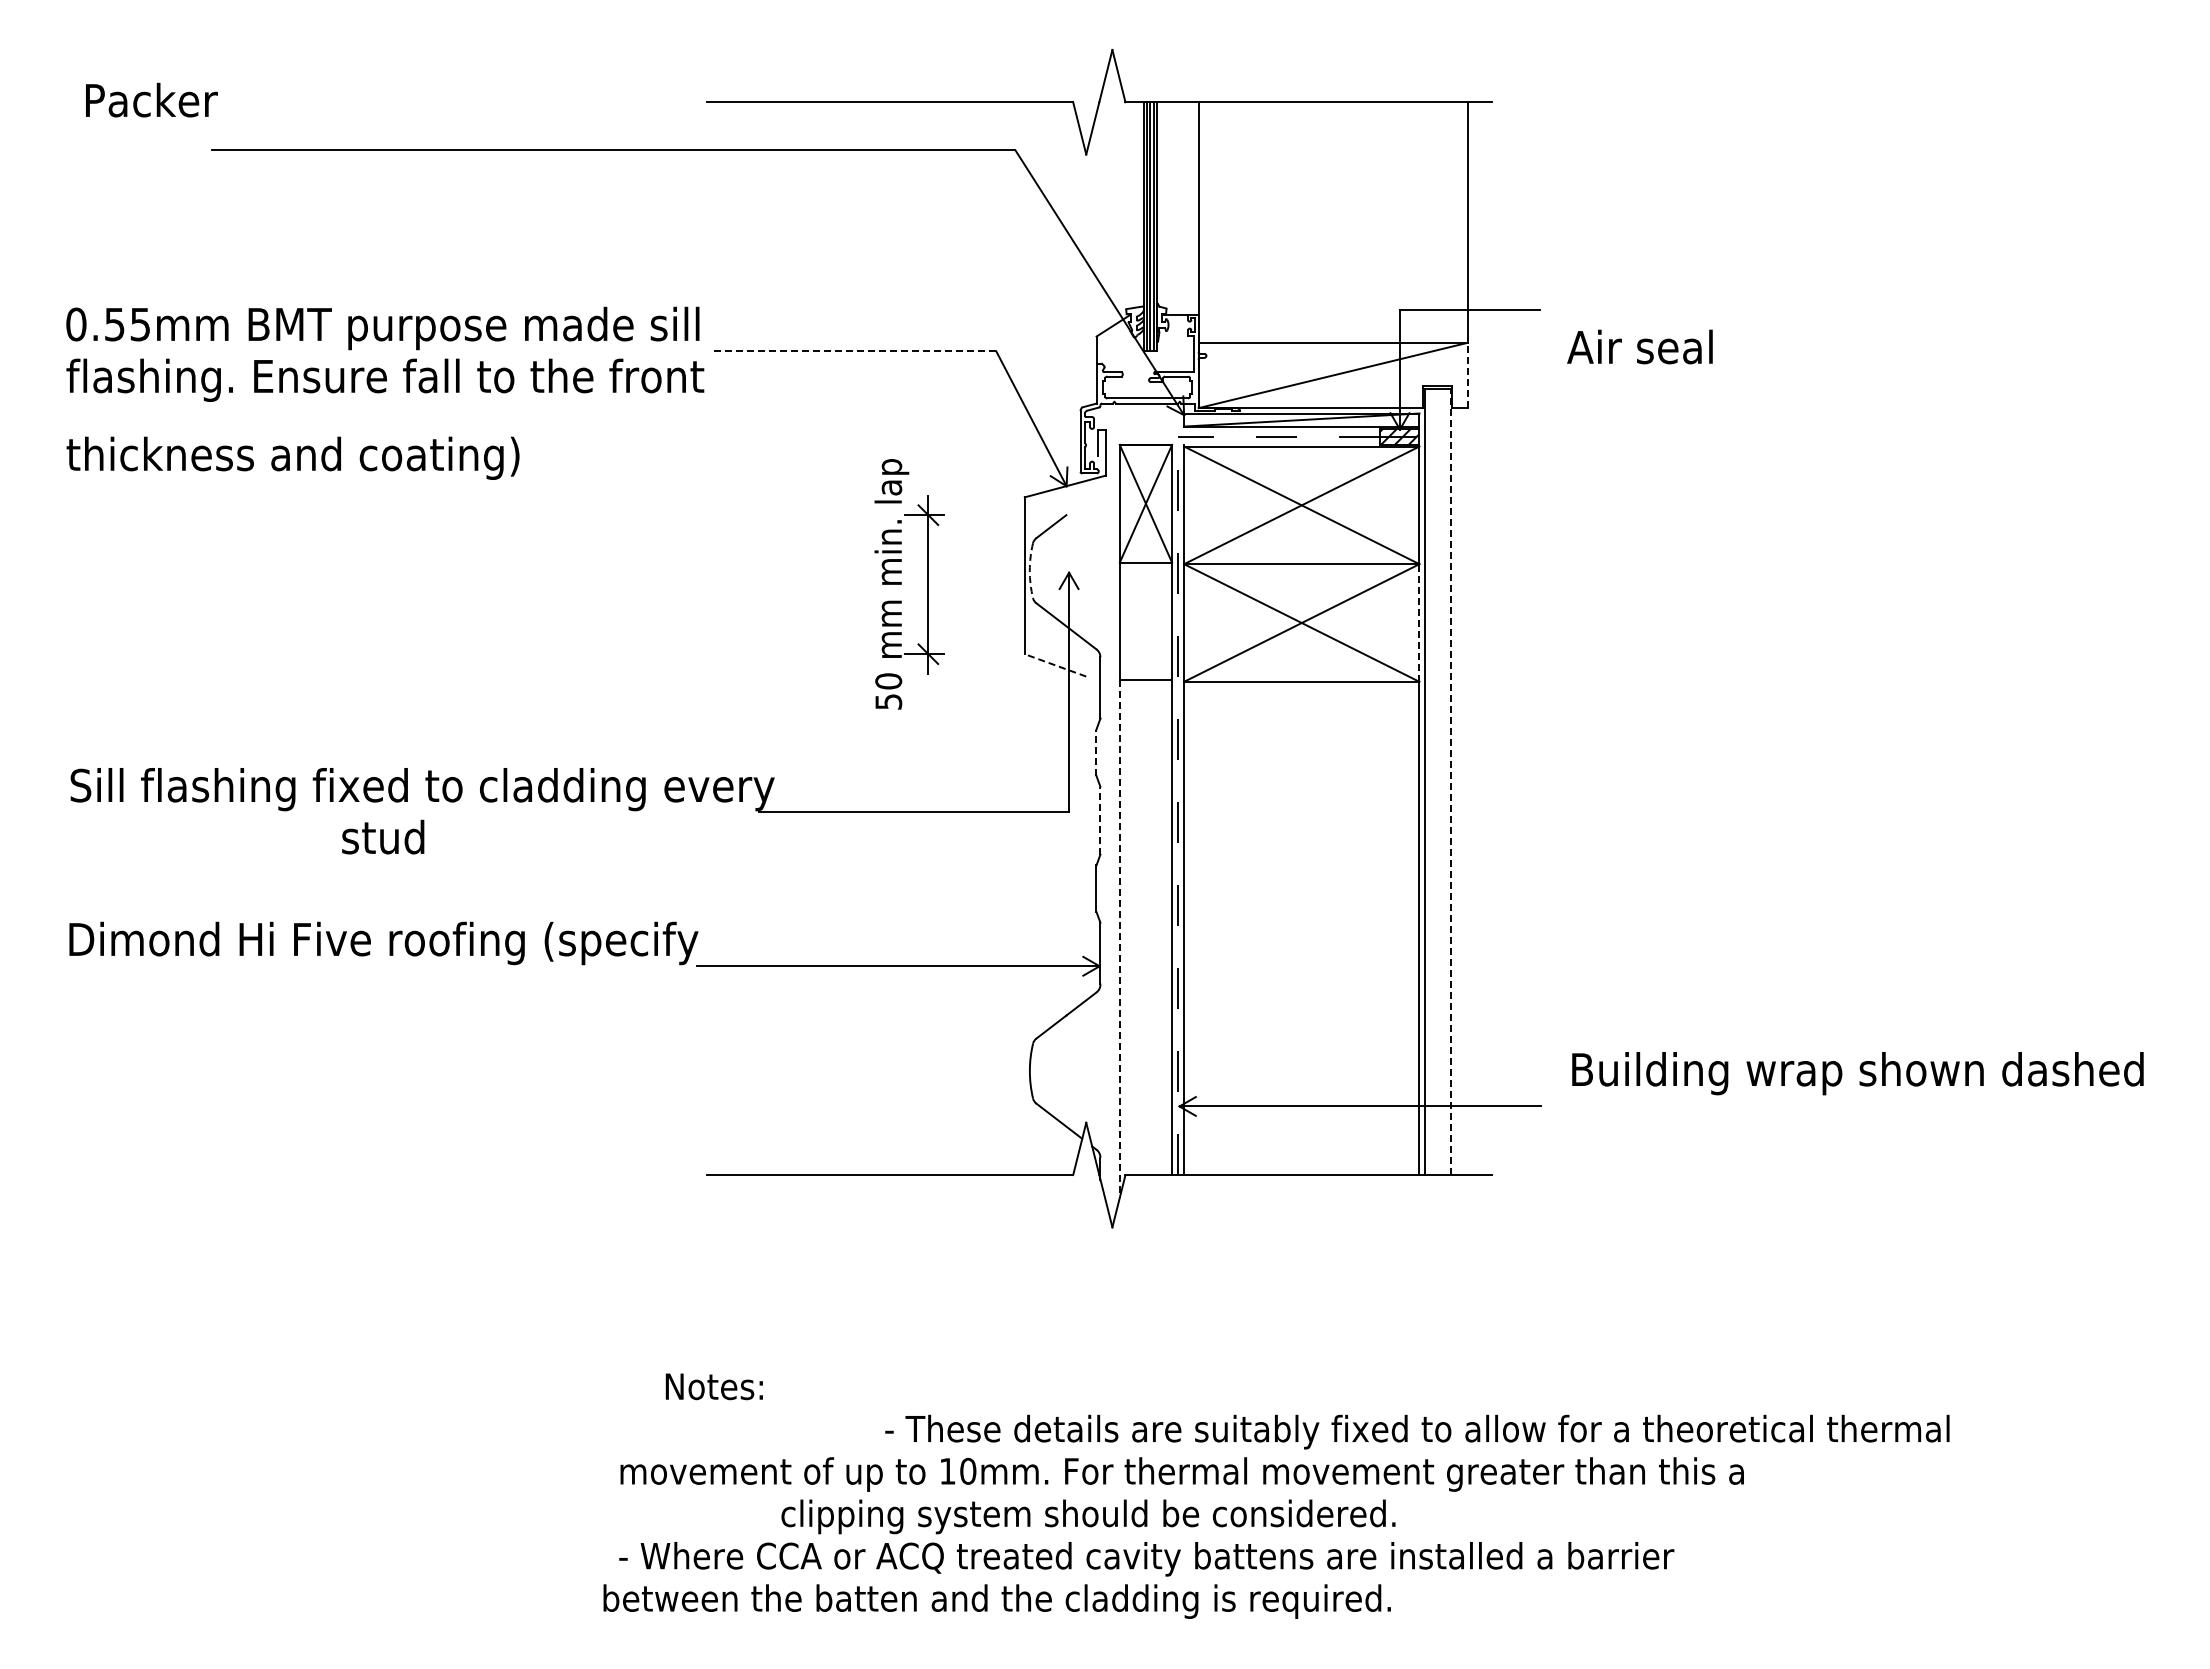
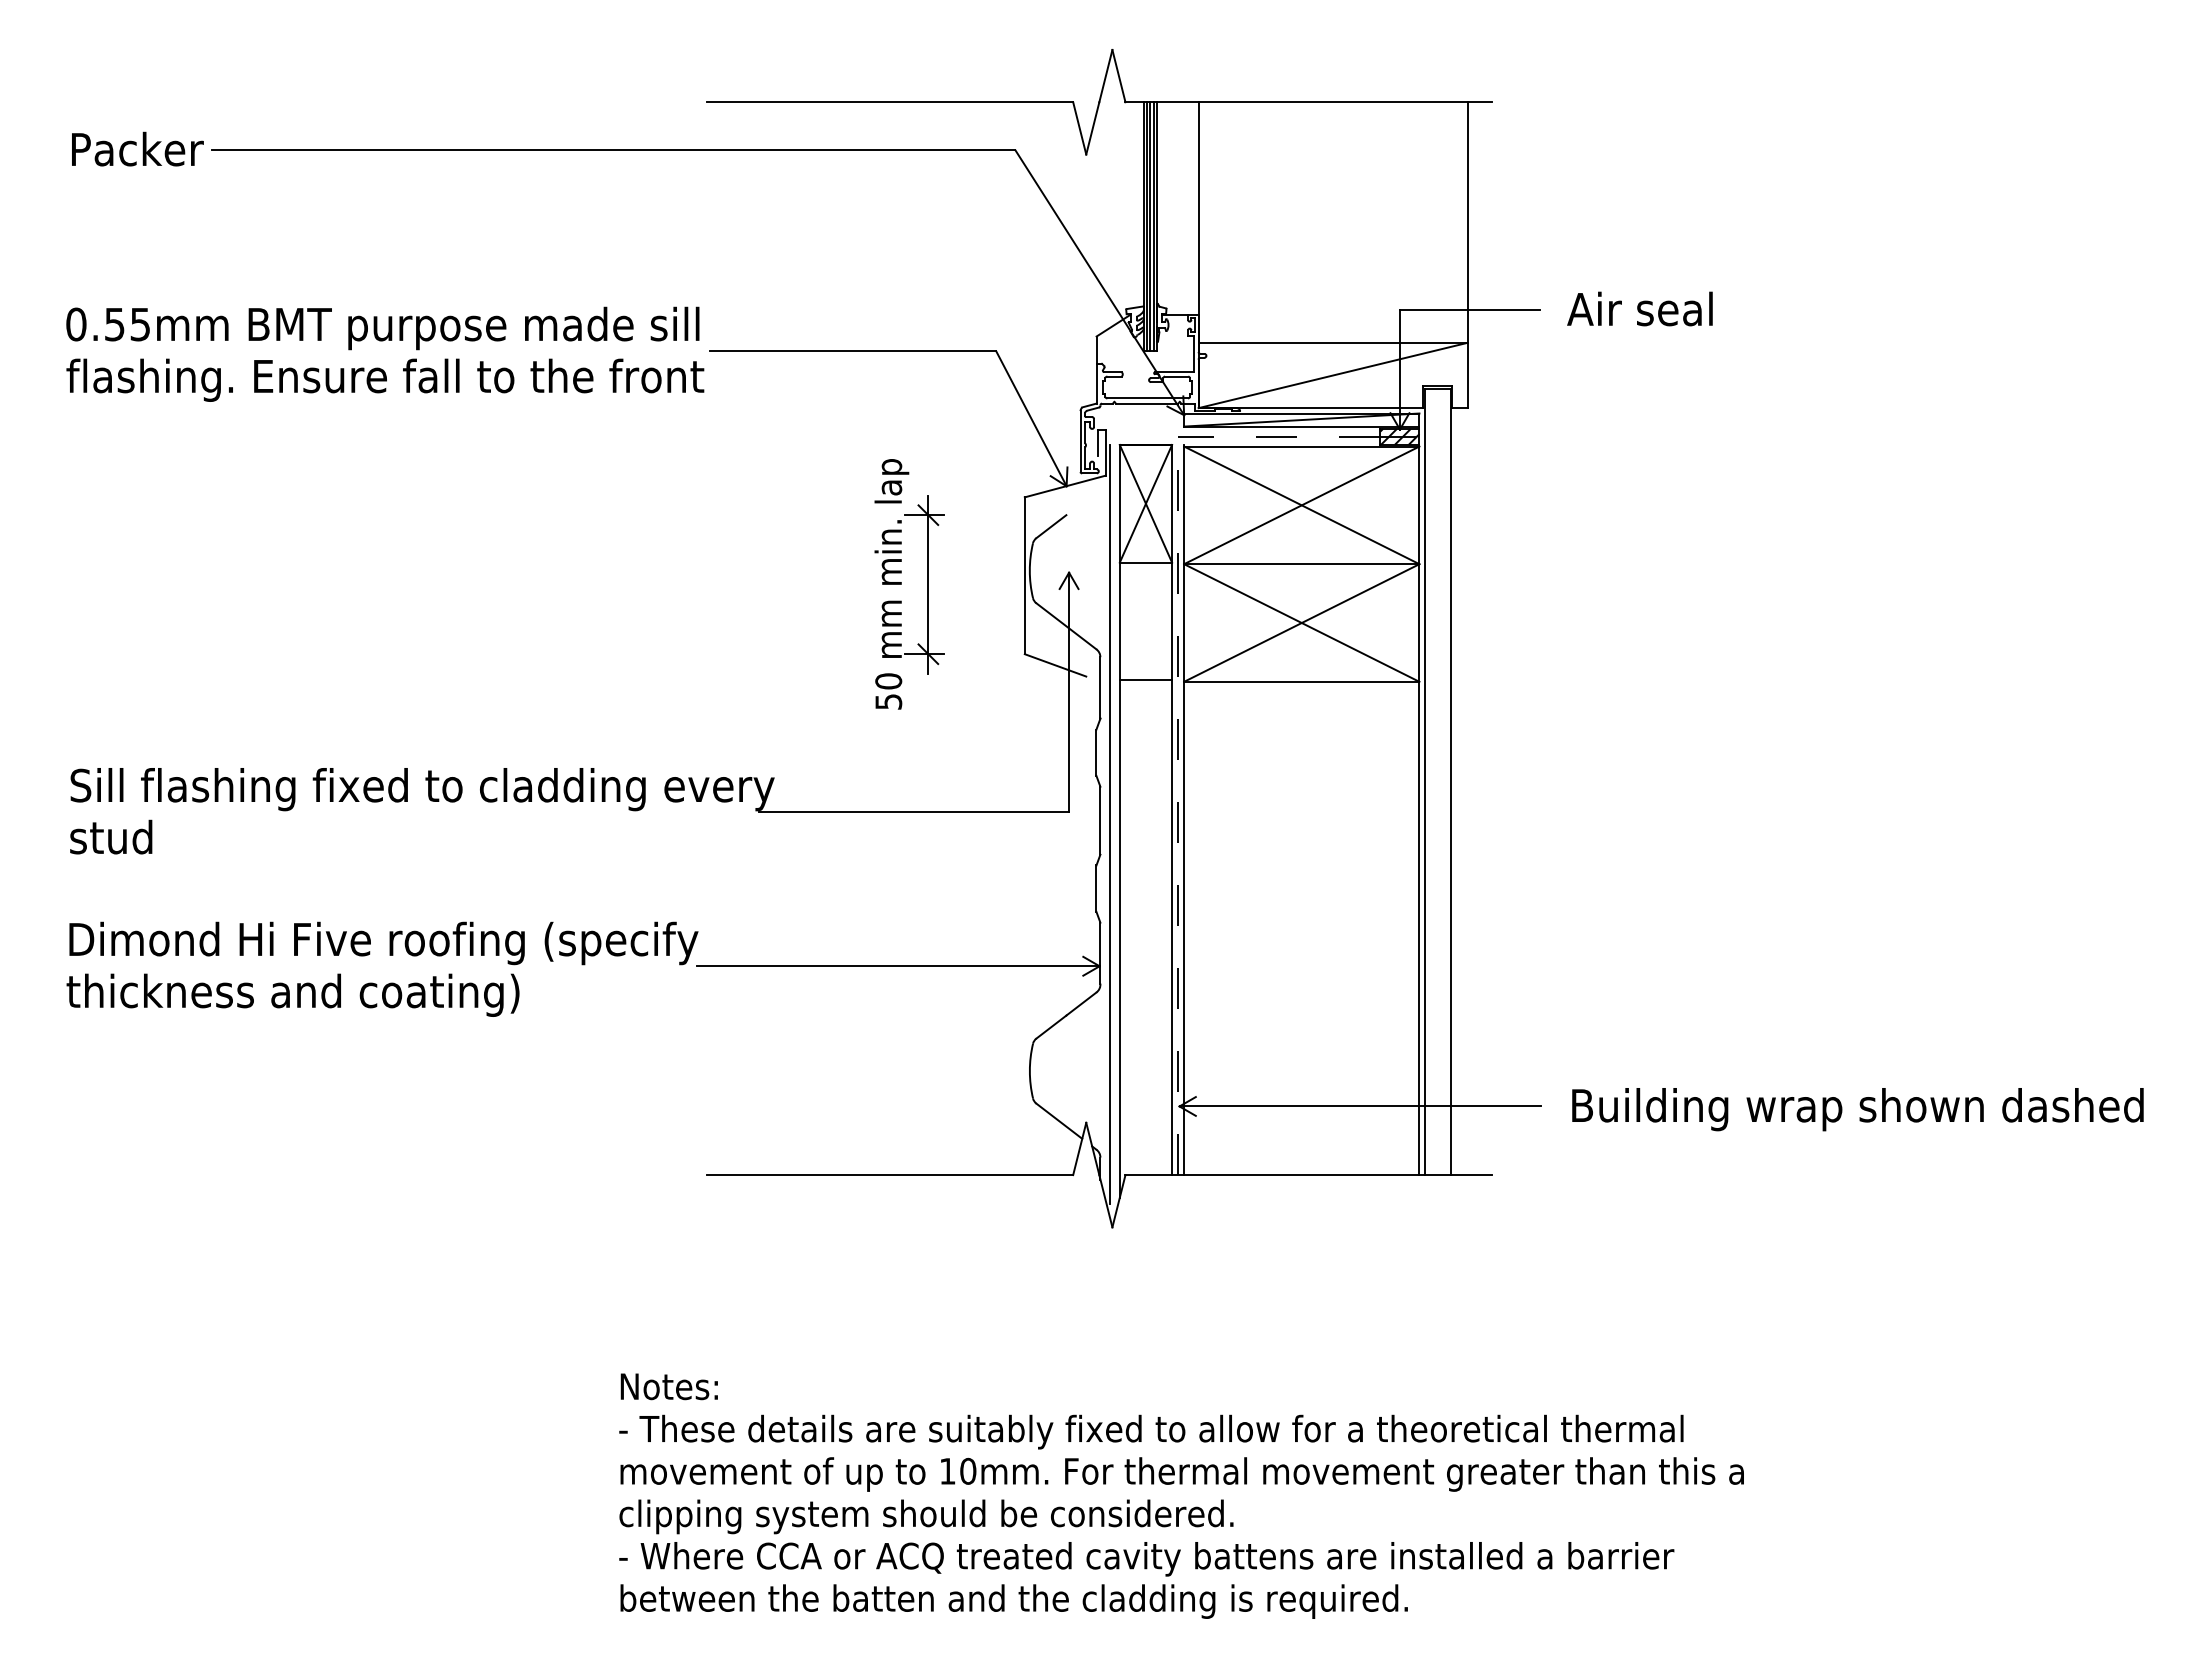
text at (151, 99) position: (151, 99) -> (137, 148)
text at (1639, 346) position: (1639, 346) -> (1639, 308)
line at (852, 351): dashed -> solid
line at (1467, 375): dashed -> solid
text at (292, 457) position: (292, 457) -> (292, 994)
arc at (1029, 570): dashed -> solid
line at (1419, 623): dashed -> solid
line at (1055, 665): dashed -> solid
line at (1096, 752): dashed -> solid
line at (1450, 781): dashed -> solid
line at (1100, 820): dashed -> solid
line at (1110, 823): none -> present
text at (383, 836) position: (383, 836) -> (111, 836)
line at (1119, 939): dashed -> solid
text at (1857, 1073) position: (1857, 1073) -> (1857, 1109)
text at (713, 1386) position: (713, 1386) -> (668, 1386)
text at (1417, 1431) position: (1417, 1431) -> (1151, 1431)
text at (1088, 1516) position: (1088, 1516) -> (926, 1516)
text at (996, 1601) position: (996, 1601) -> (1013, 1601)
